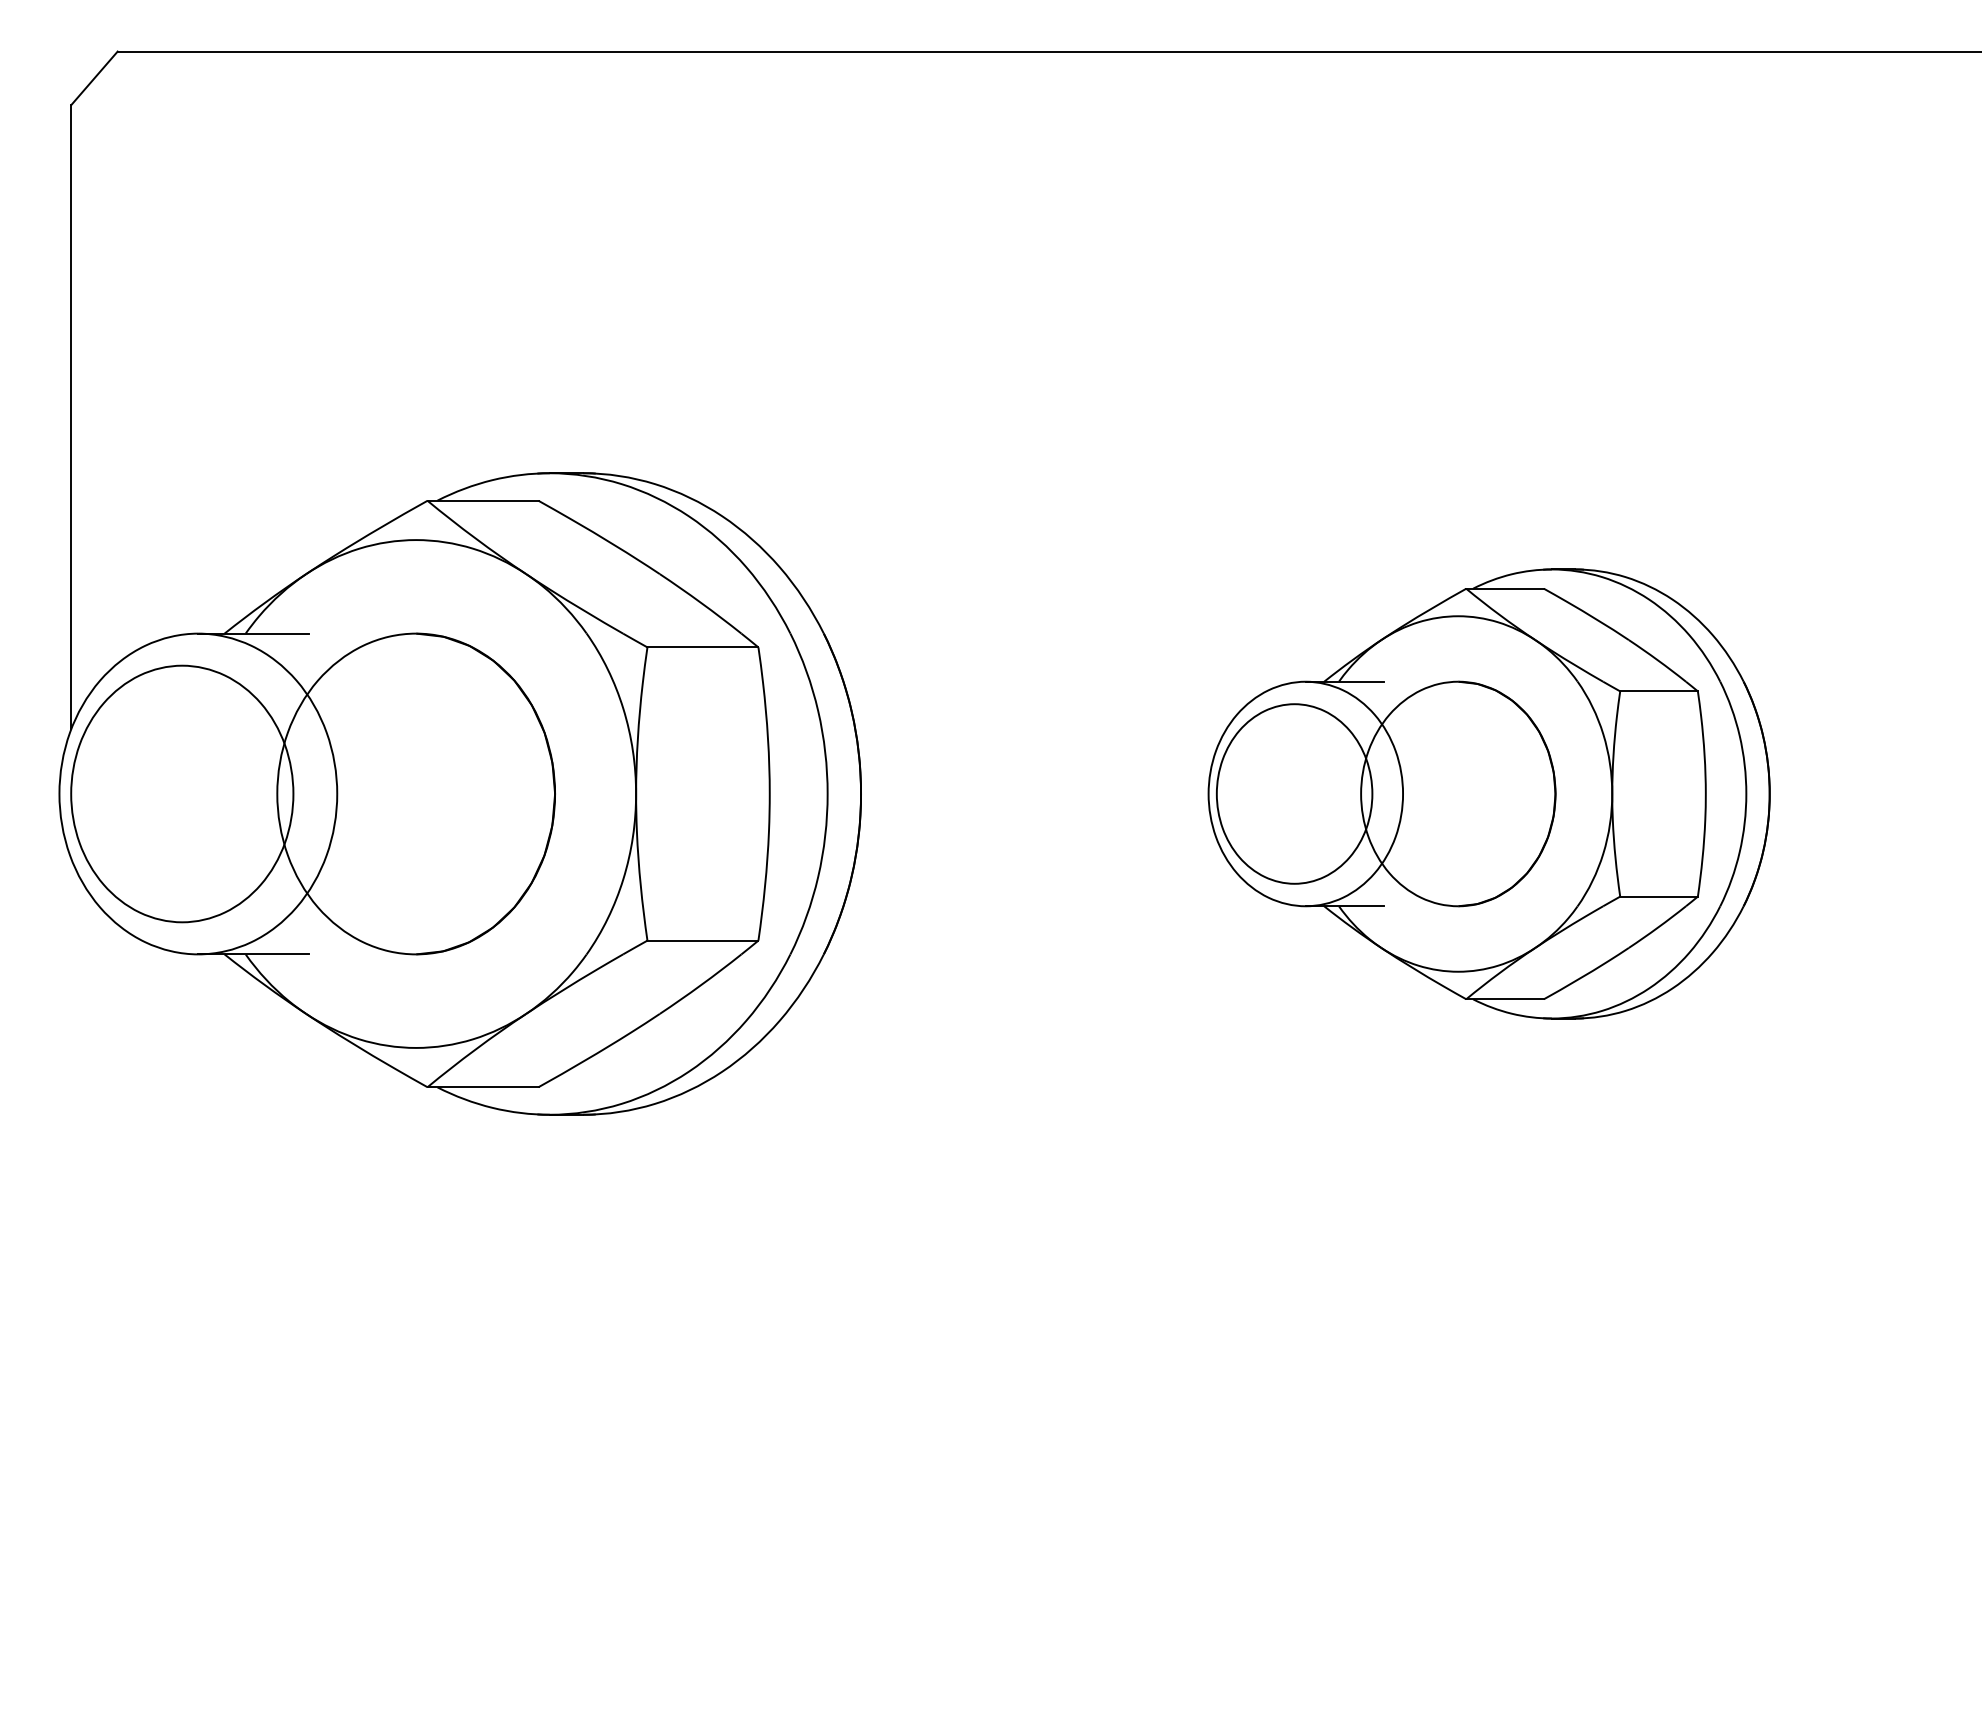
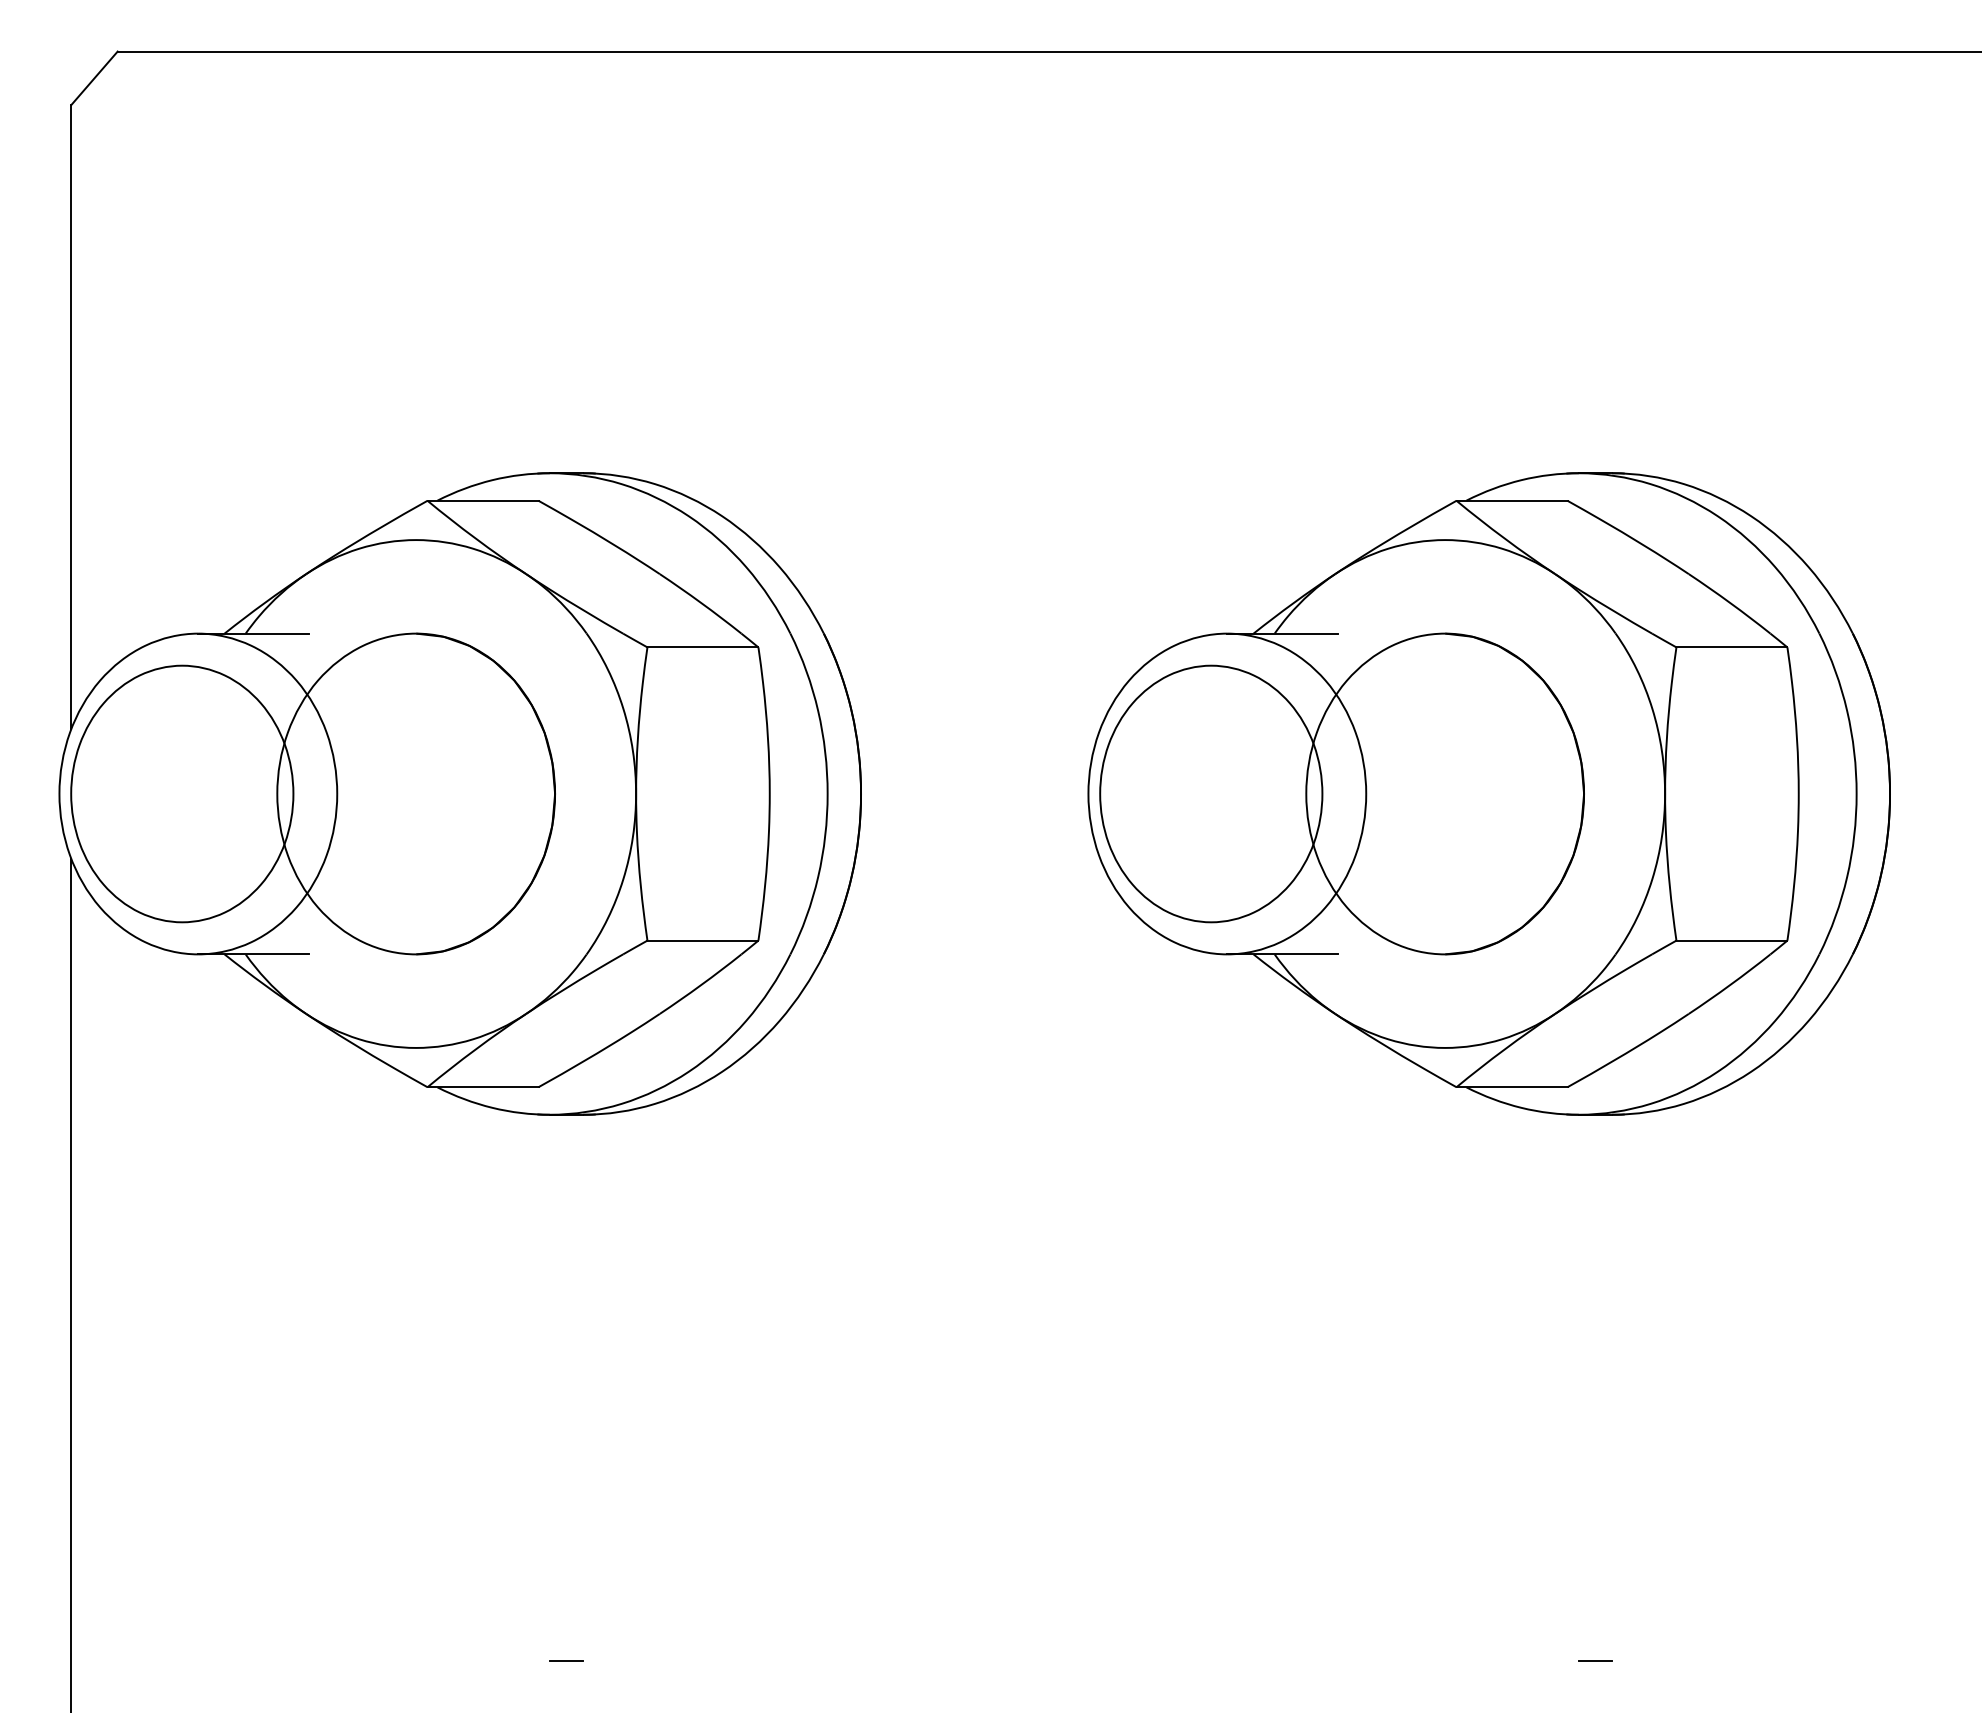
part at (1488, 793) size: 564x452 px -> 804x644 px
line at (71, 1283): none -> present
line at (566, 1661): none -> present
line at (1595, 1661): none -> present
